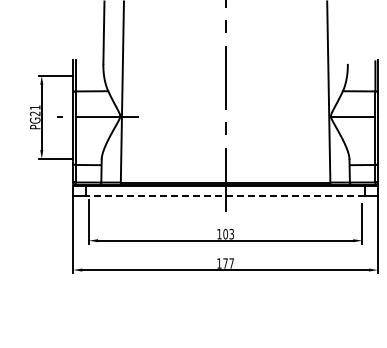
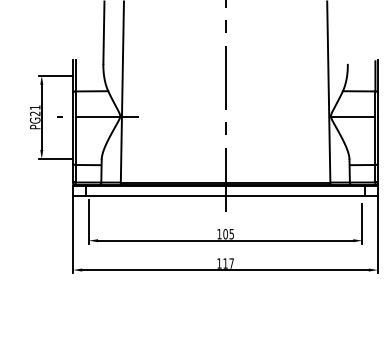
line at (225, 195): dashed -> solid
text at (231, 233): 103 -> 105
text at (225, 263): 177 -> 117
